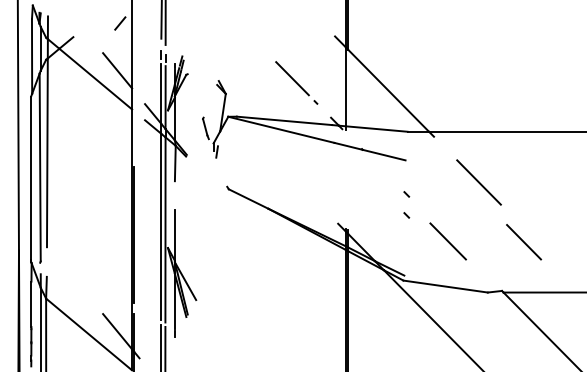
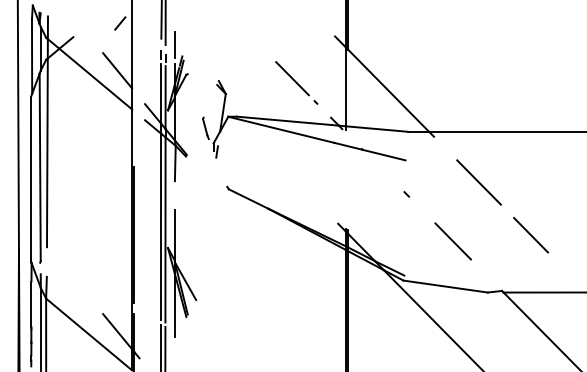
line at (174, 44): none -> present
line at (406, 215): present -> none
line at (447, 241) position: (447, 241) -> (452, 241)
line at (524, 242) position: (524, 242) -> (531, 235)
